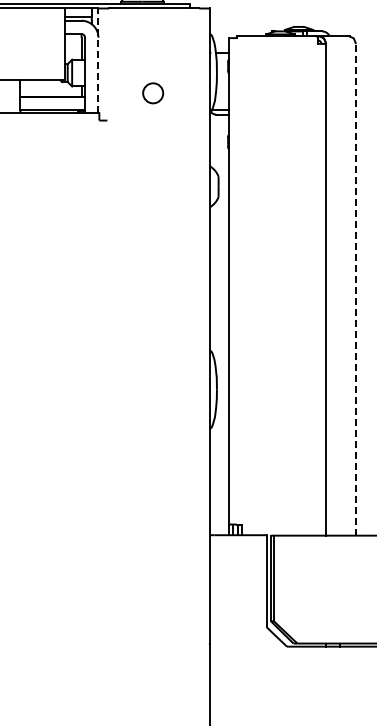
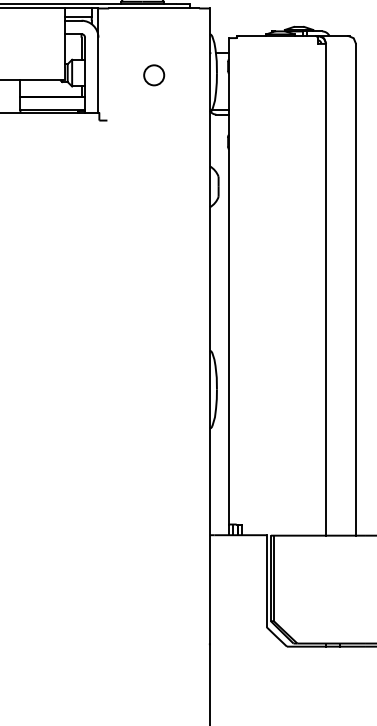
line at (98, 60): dashed -> solid
circle at (153, 93) position: (153, 93) -> (154, 75)
line at (356, 289): dashed -> solid
